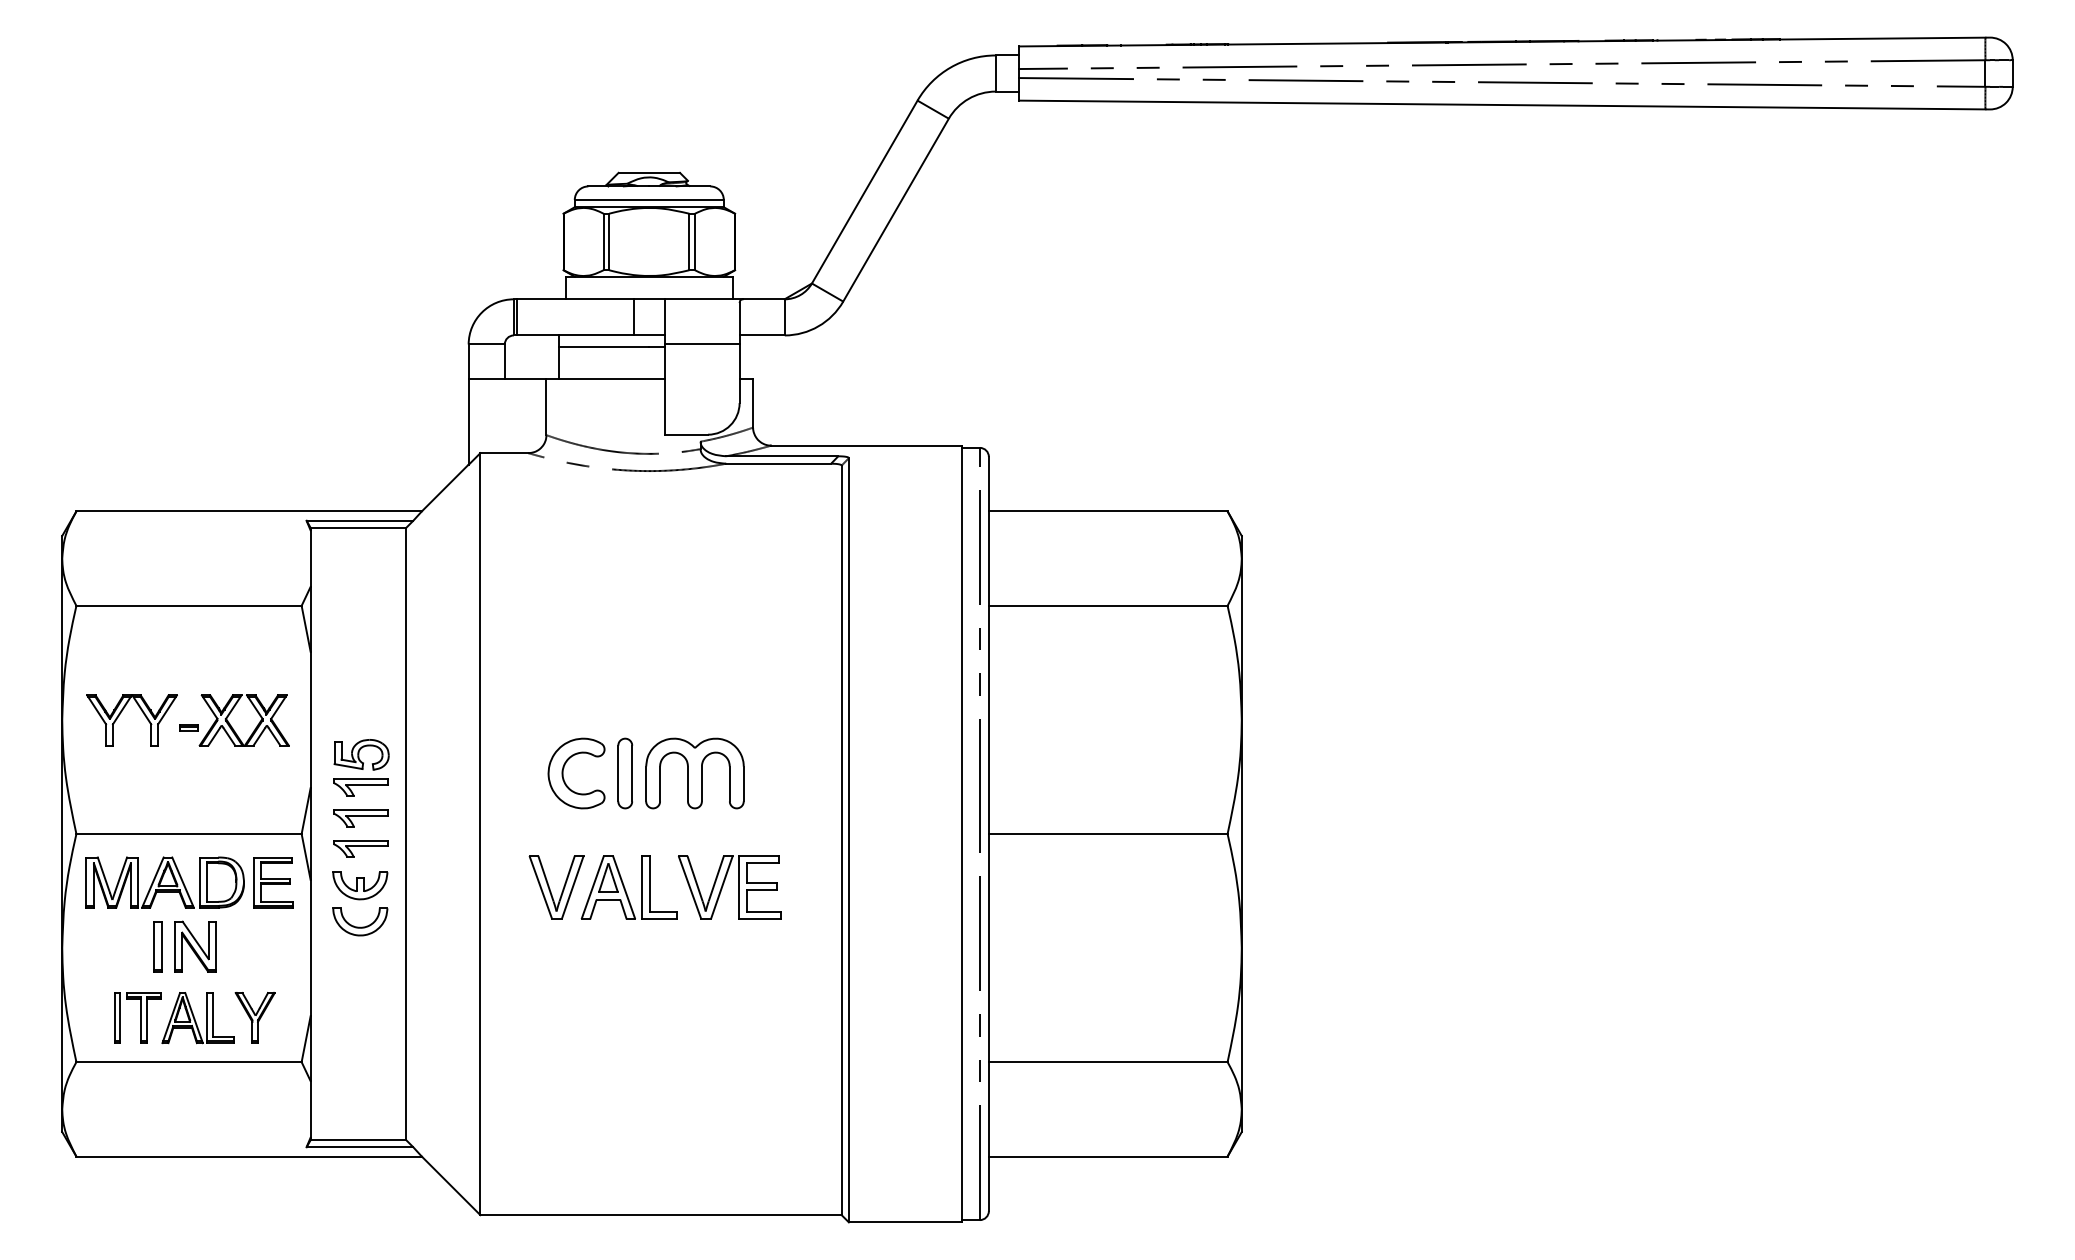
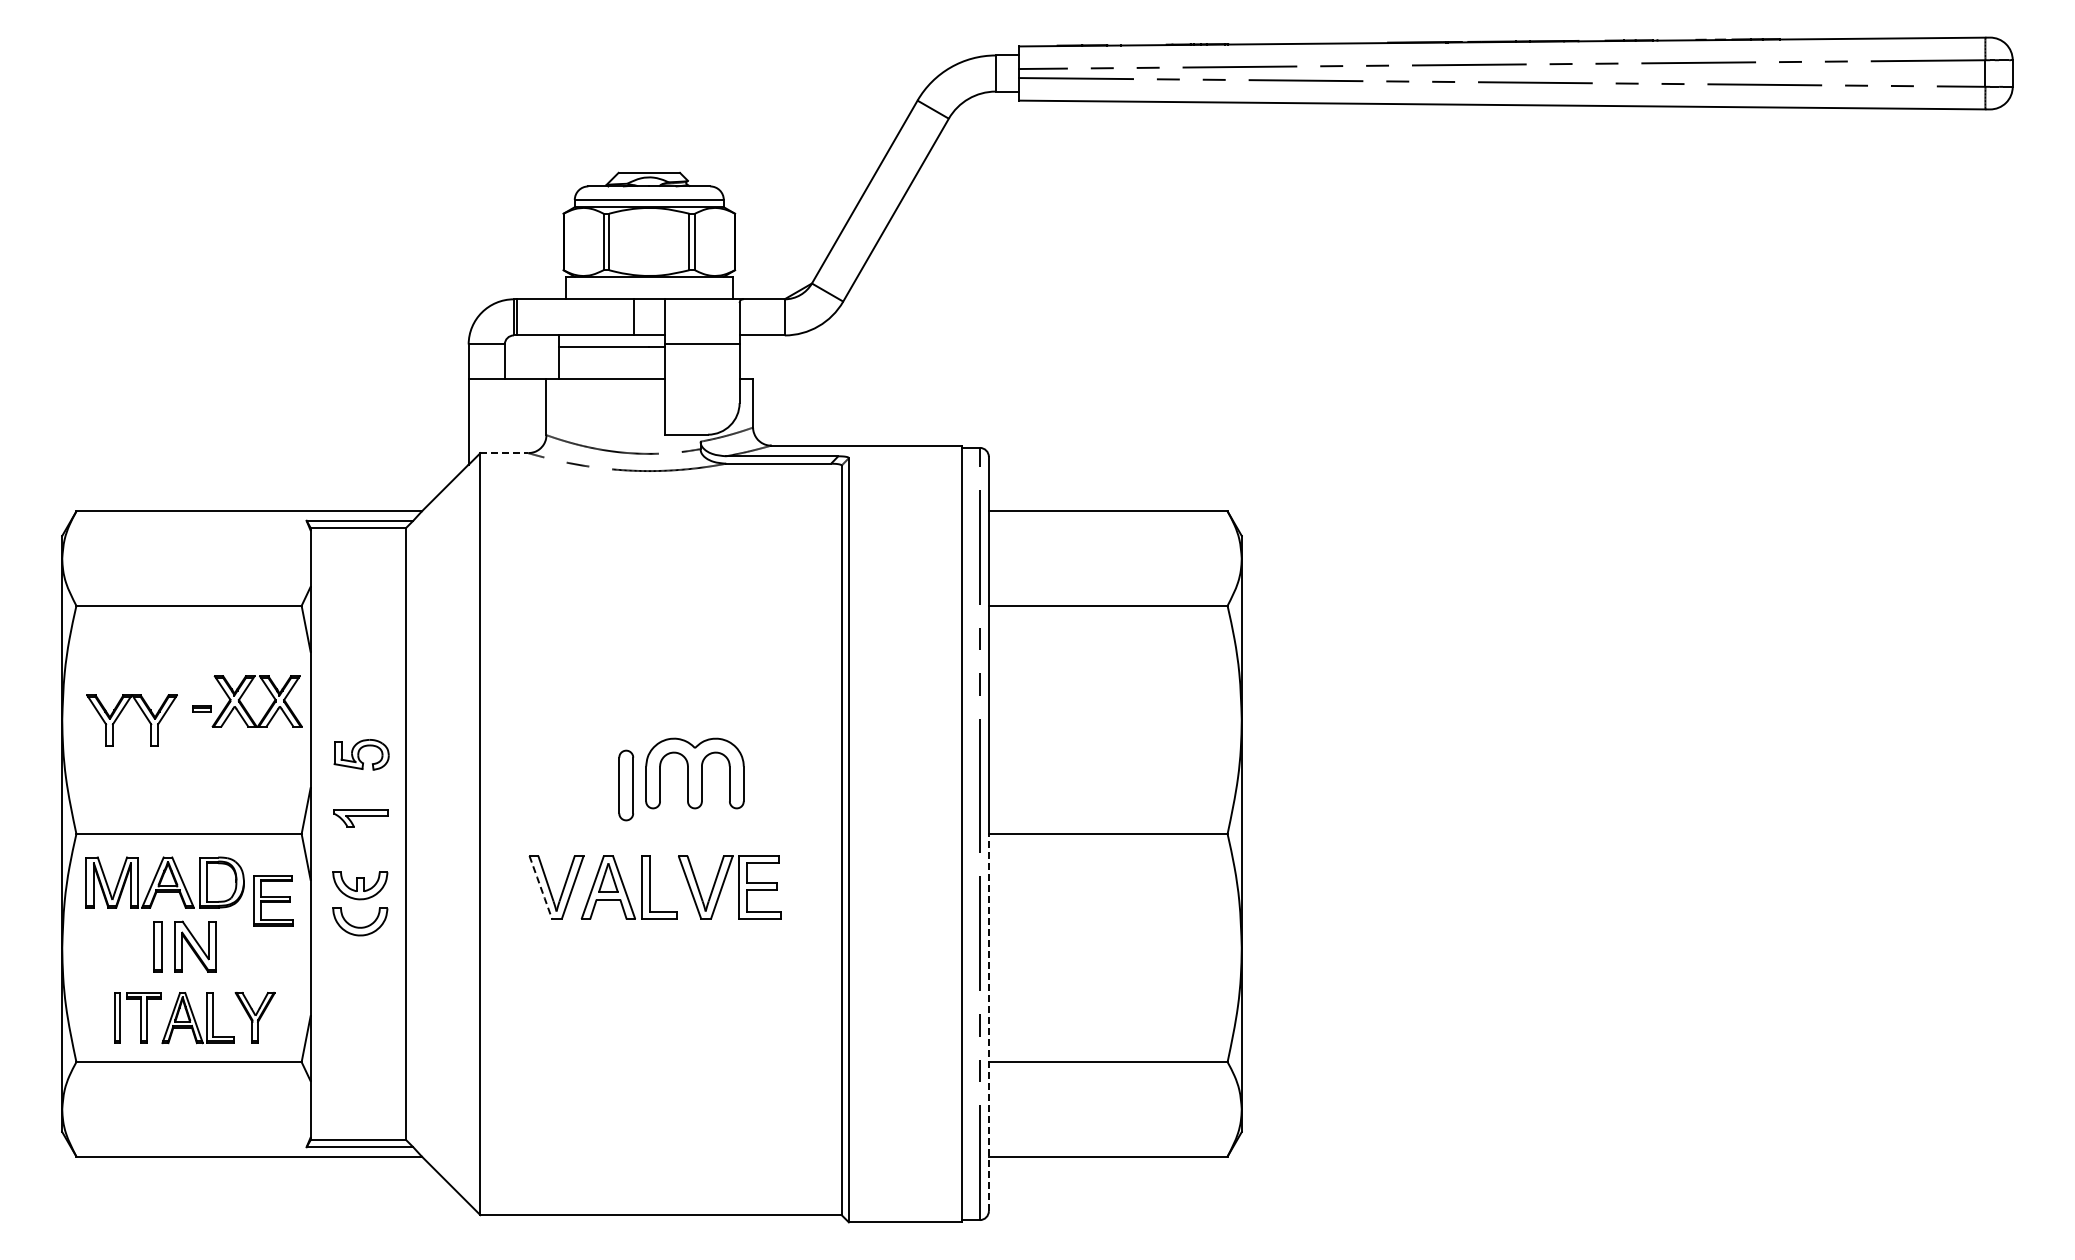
line at (504, 453): solid -> dashed
part at (234, 720) position: (234, 720) -> (247, 701)
part at (564, 768): present -> none
part at (625, 773) position: (625, 773) -> (626, 785)
part at (360, 787): present -> none
part at (360, 848): present -> none
part at (273, 882) position: (273, 882) -> (273, 900)
line at (541, 888): solid -> dashed
line at (988, 1022): solid -> dashed
